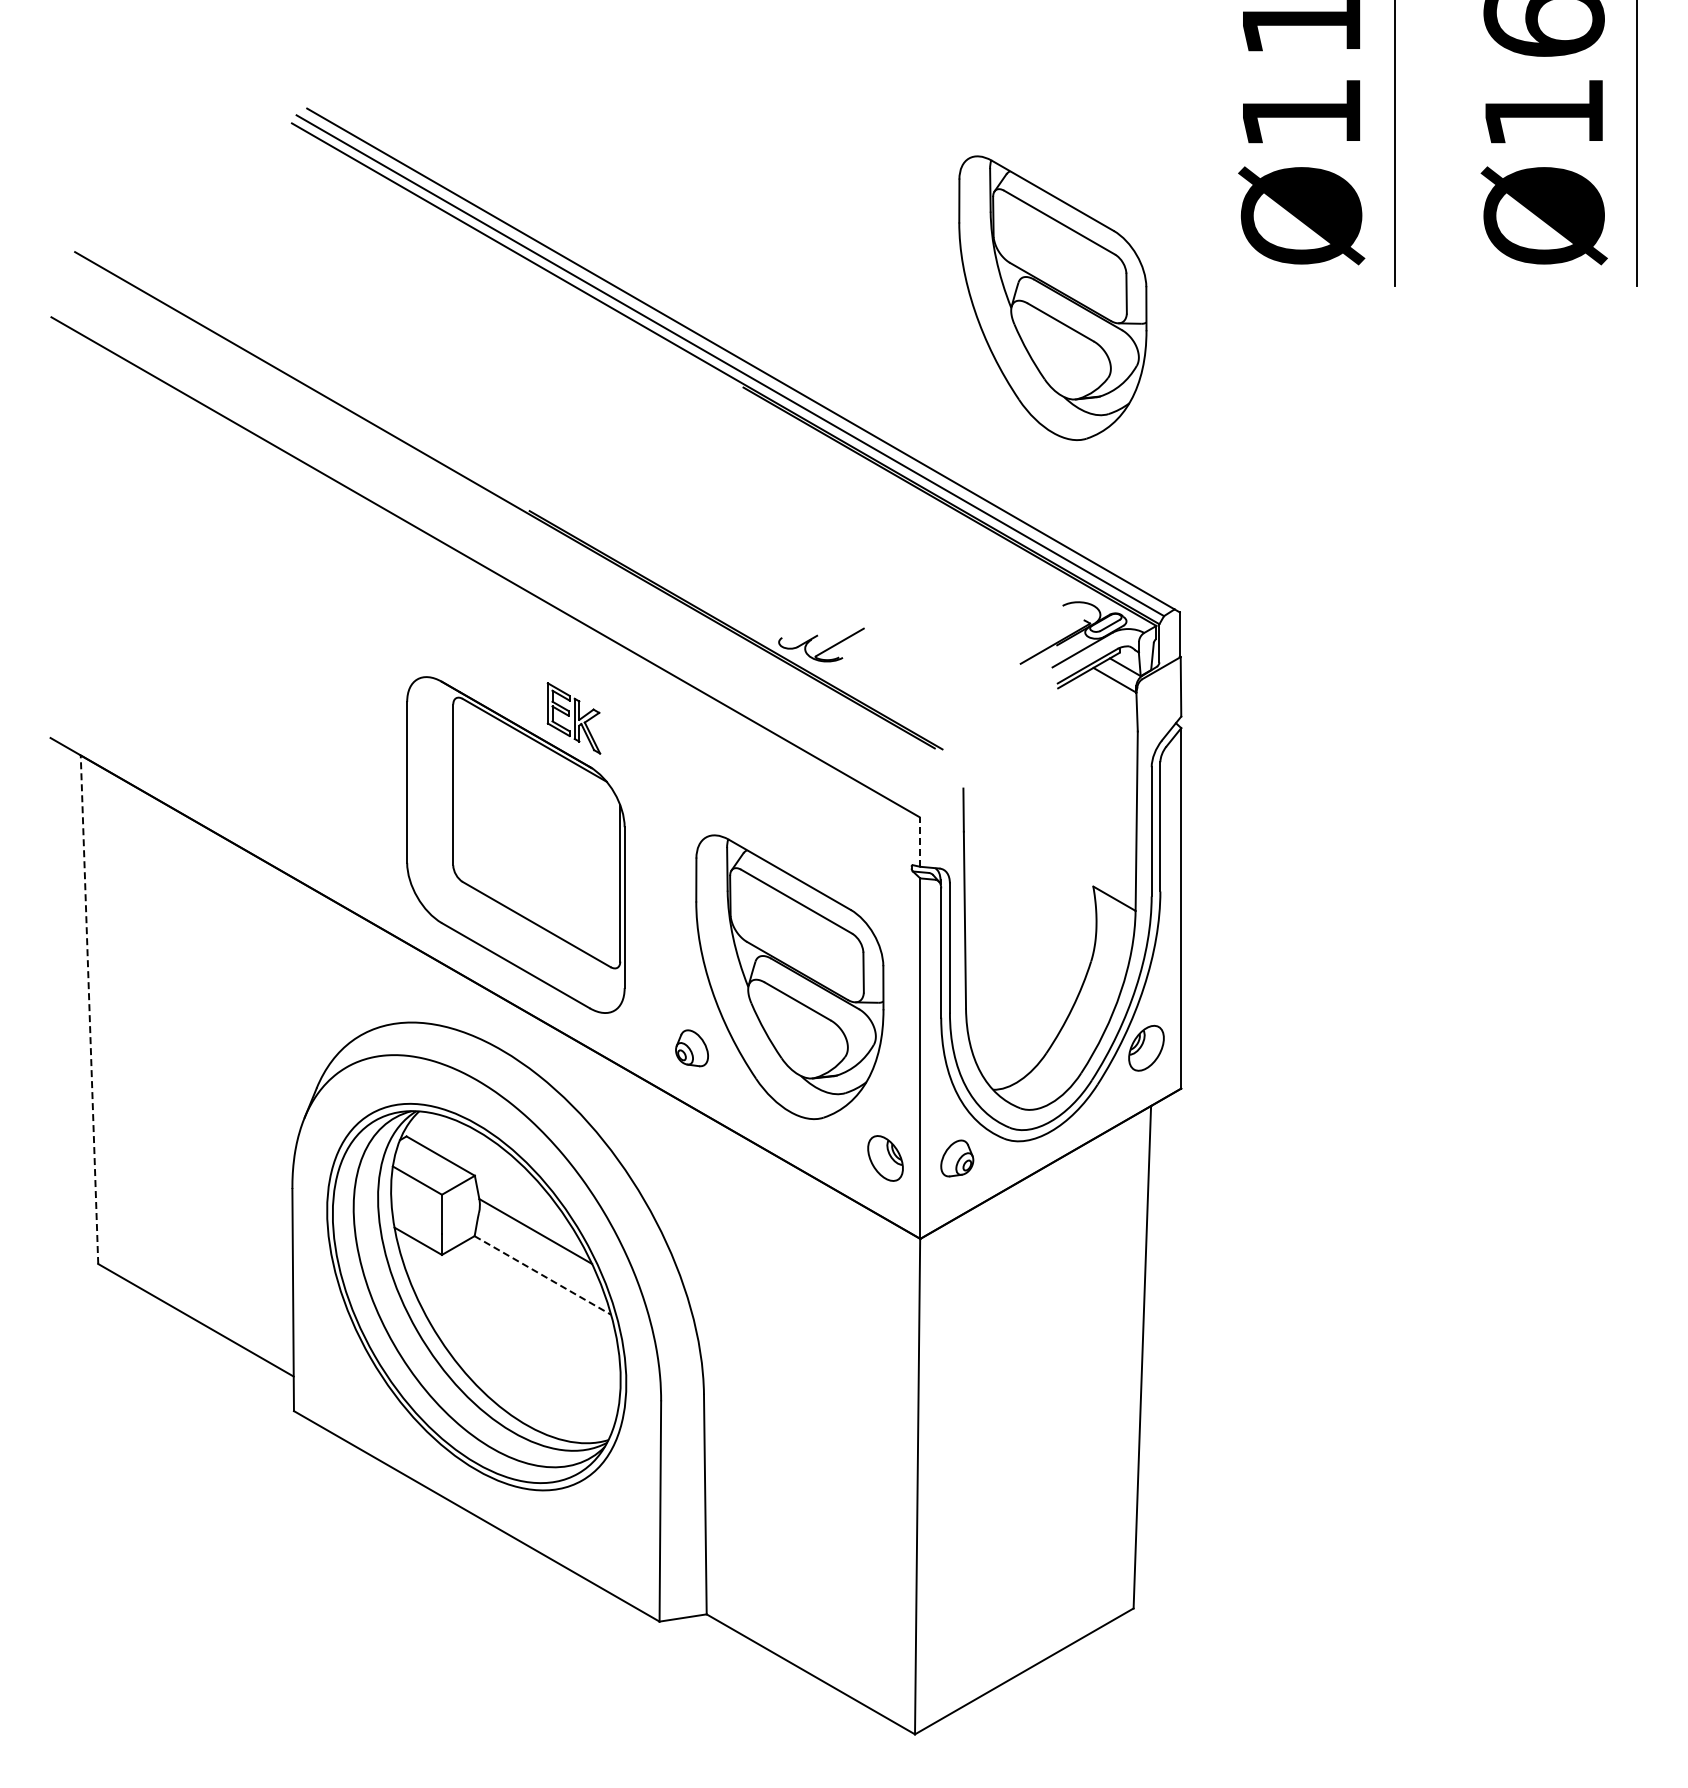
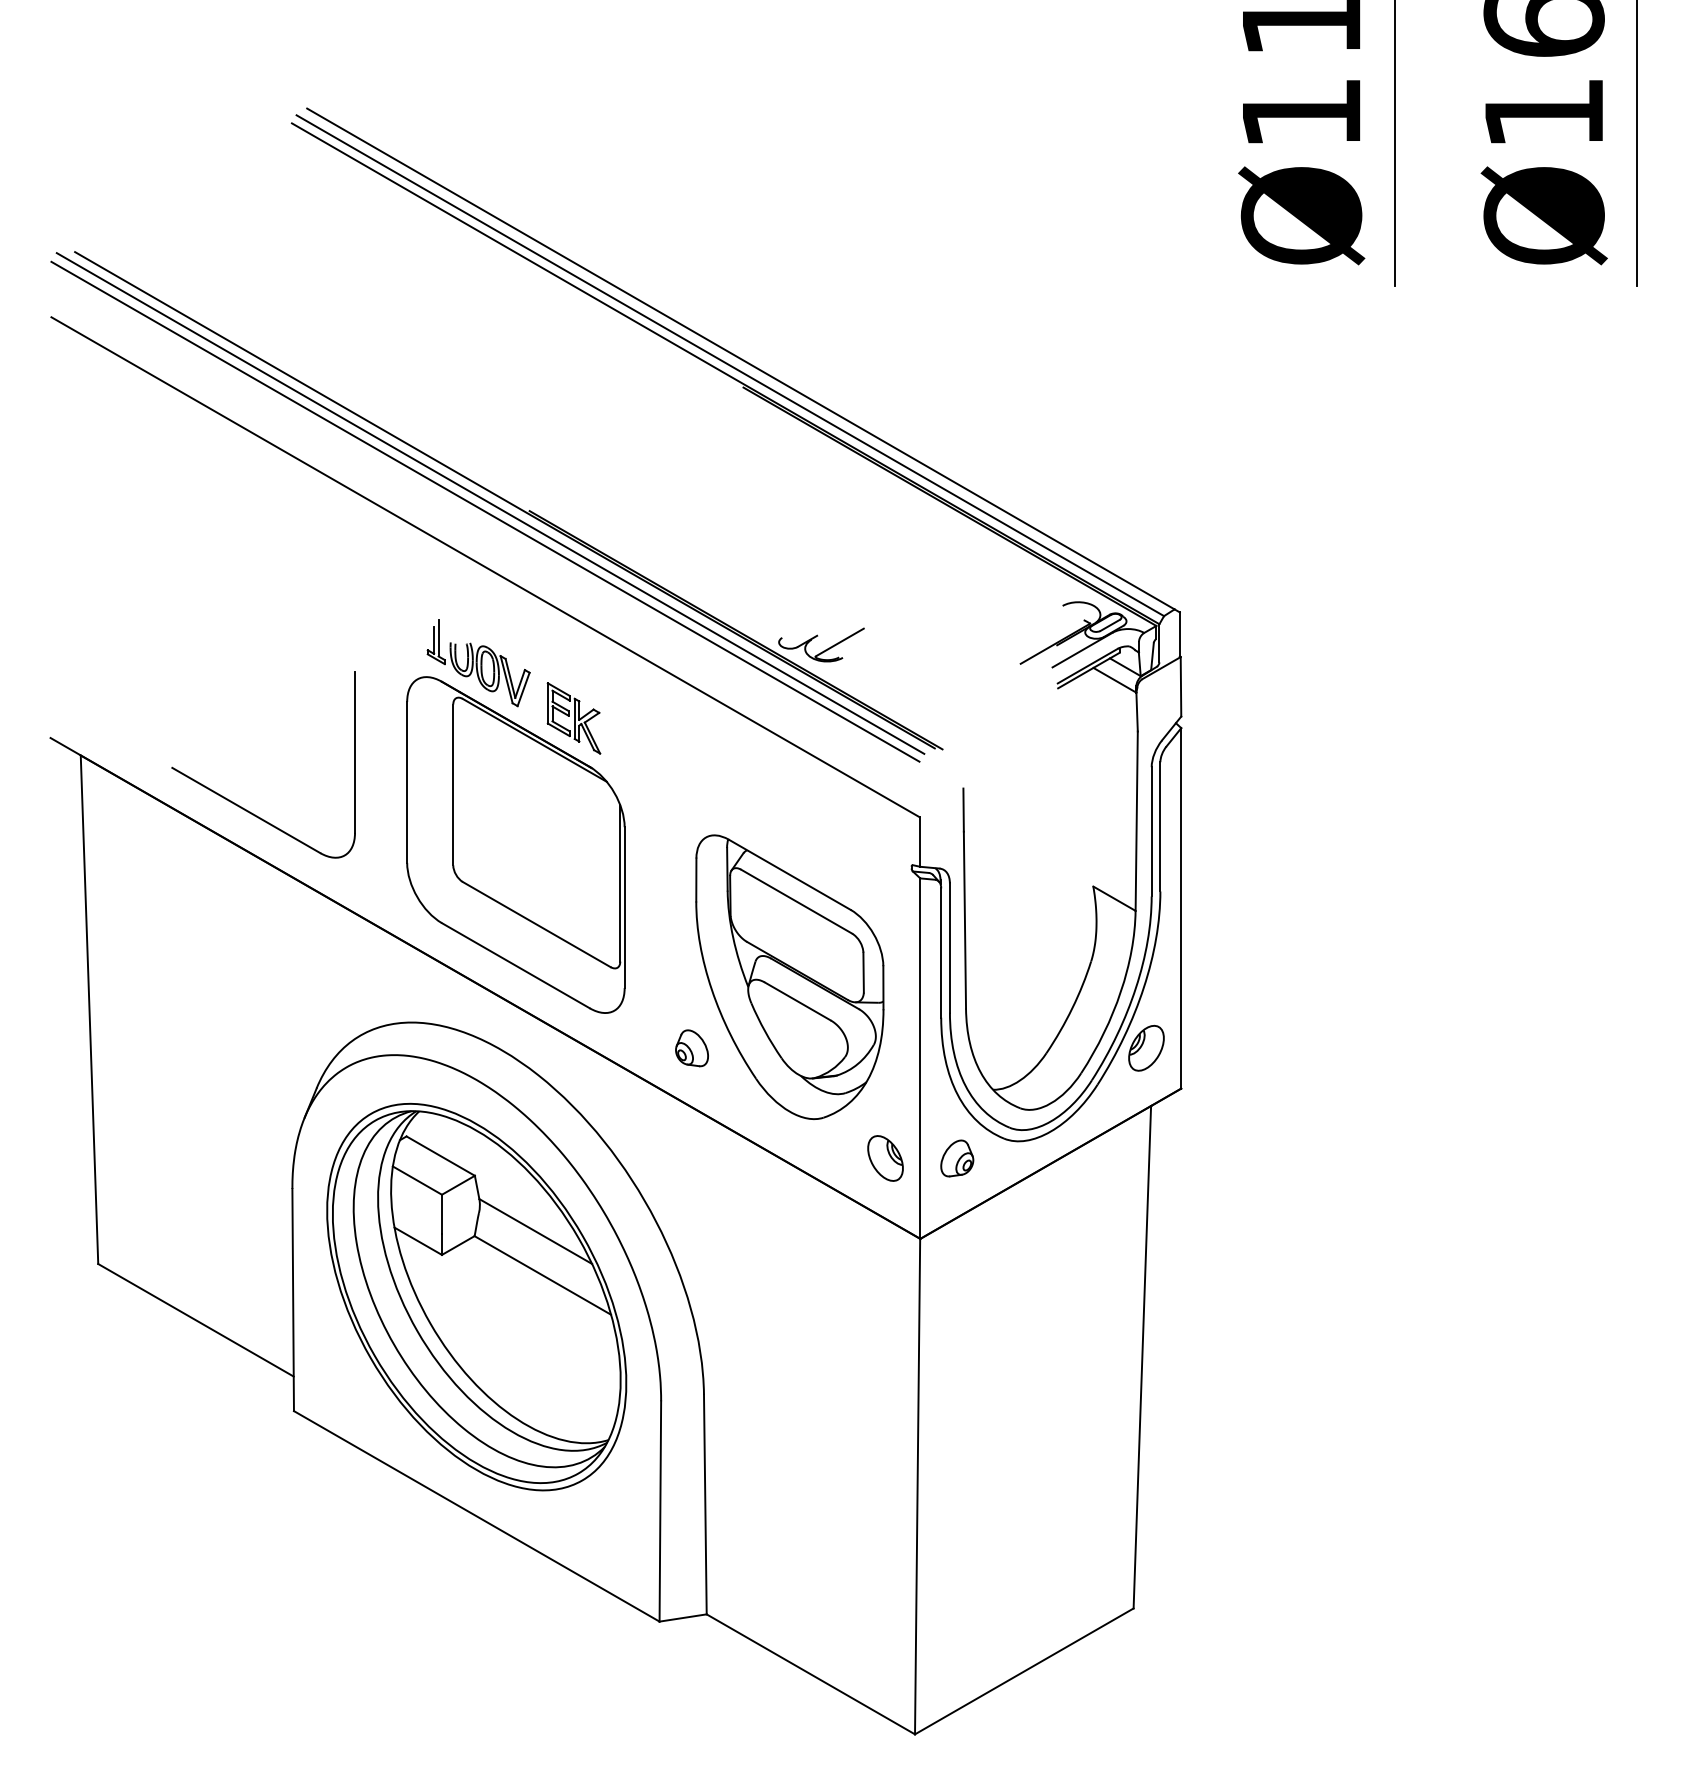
part at (1052, 297): present -> none
line at (490, 503): none -> present
line at (485, 511): none -> present
part at (478, 663): none -> present
part at (238, 804): none -> present
line at (920, 841): dashed -> solid
line at (89, 1009): dashed -> solid
line at (542, 1275): dashed -> solid
